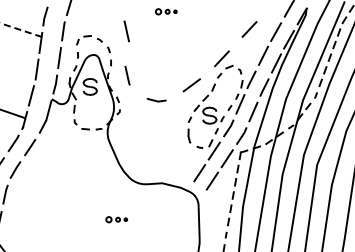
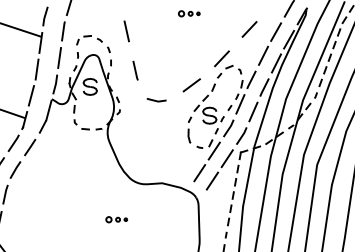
part at (166, 11) position: (166, 11) -> (189, 13)
line at (20, 30): dashed -> solid
line at (127, 75) position: (127, 75) -> (135, 70)
